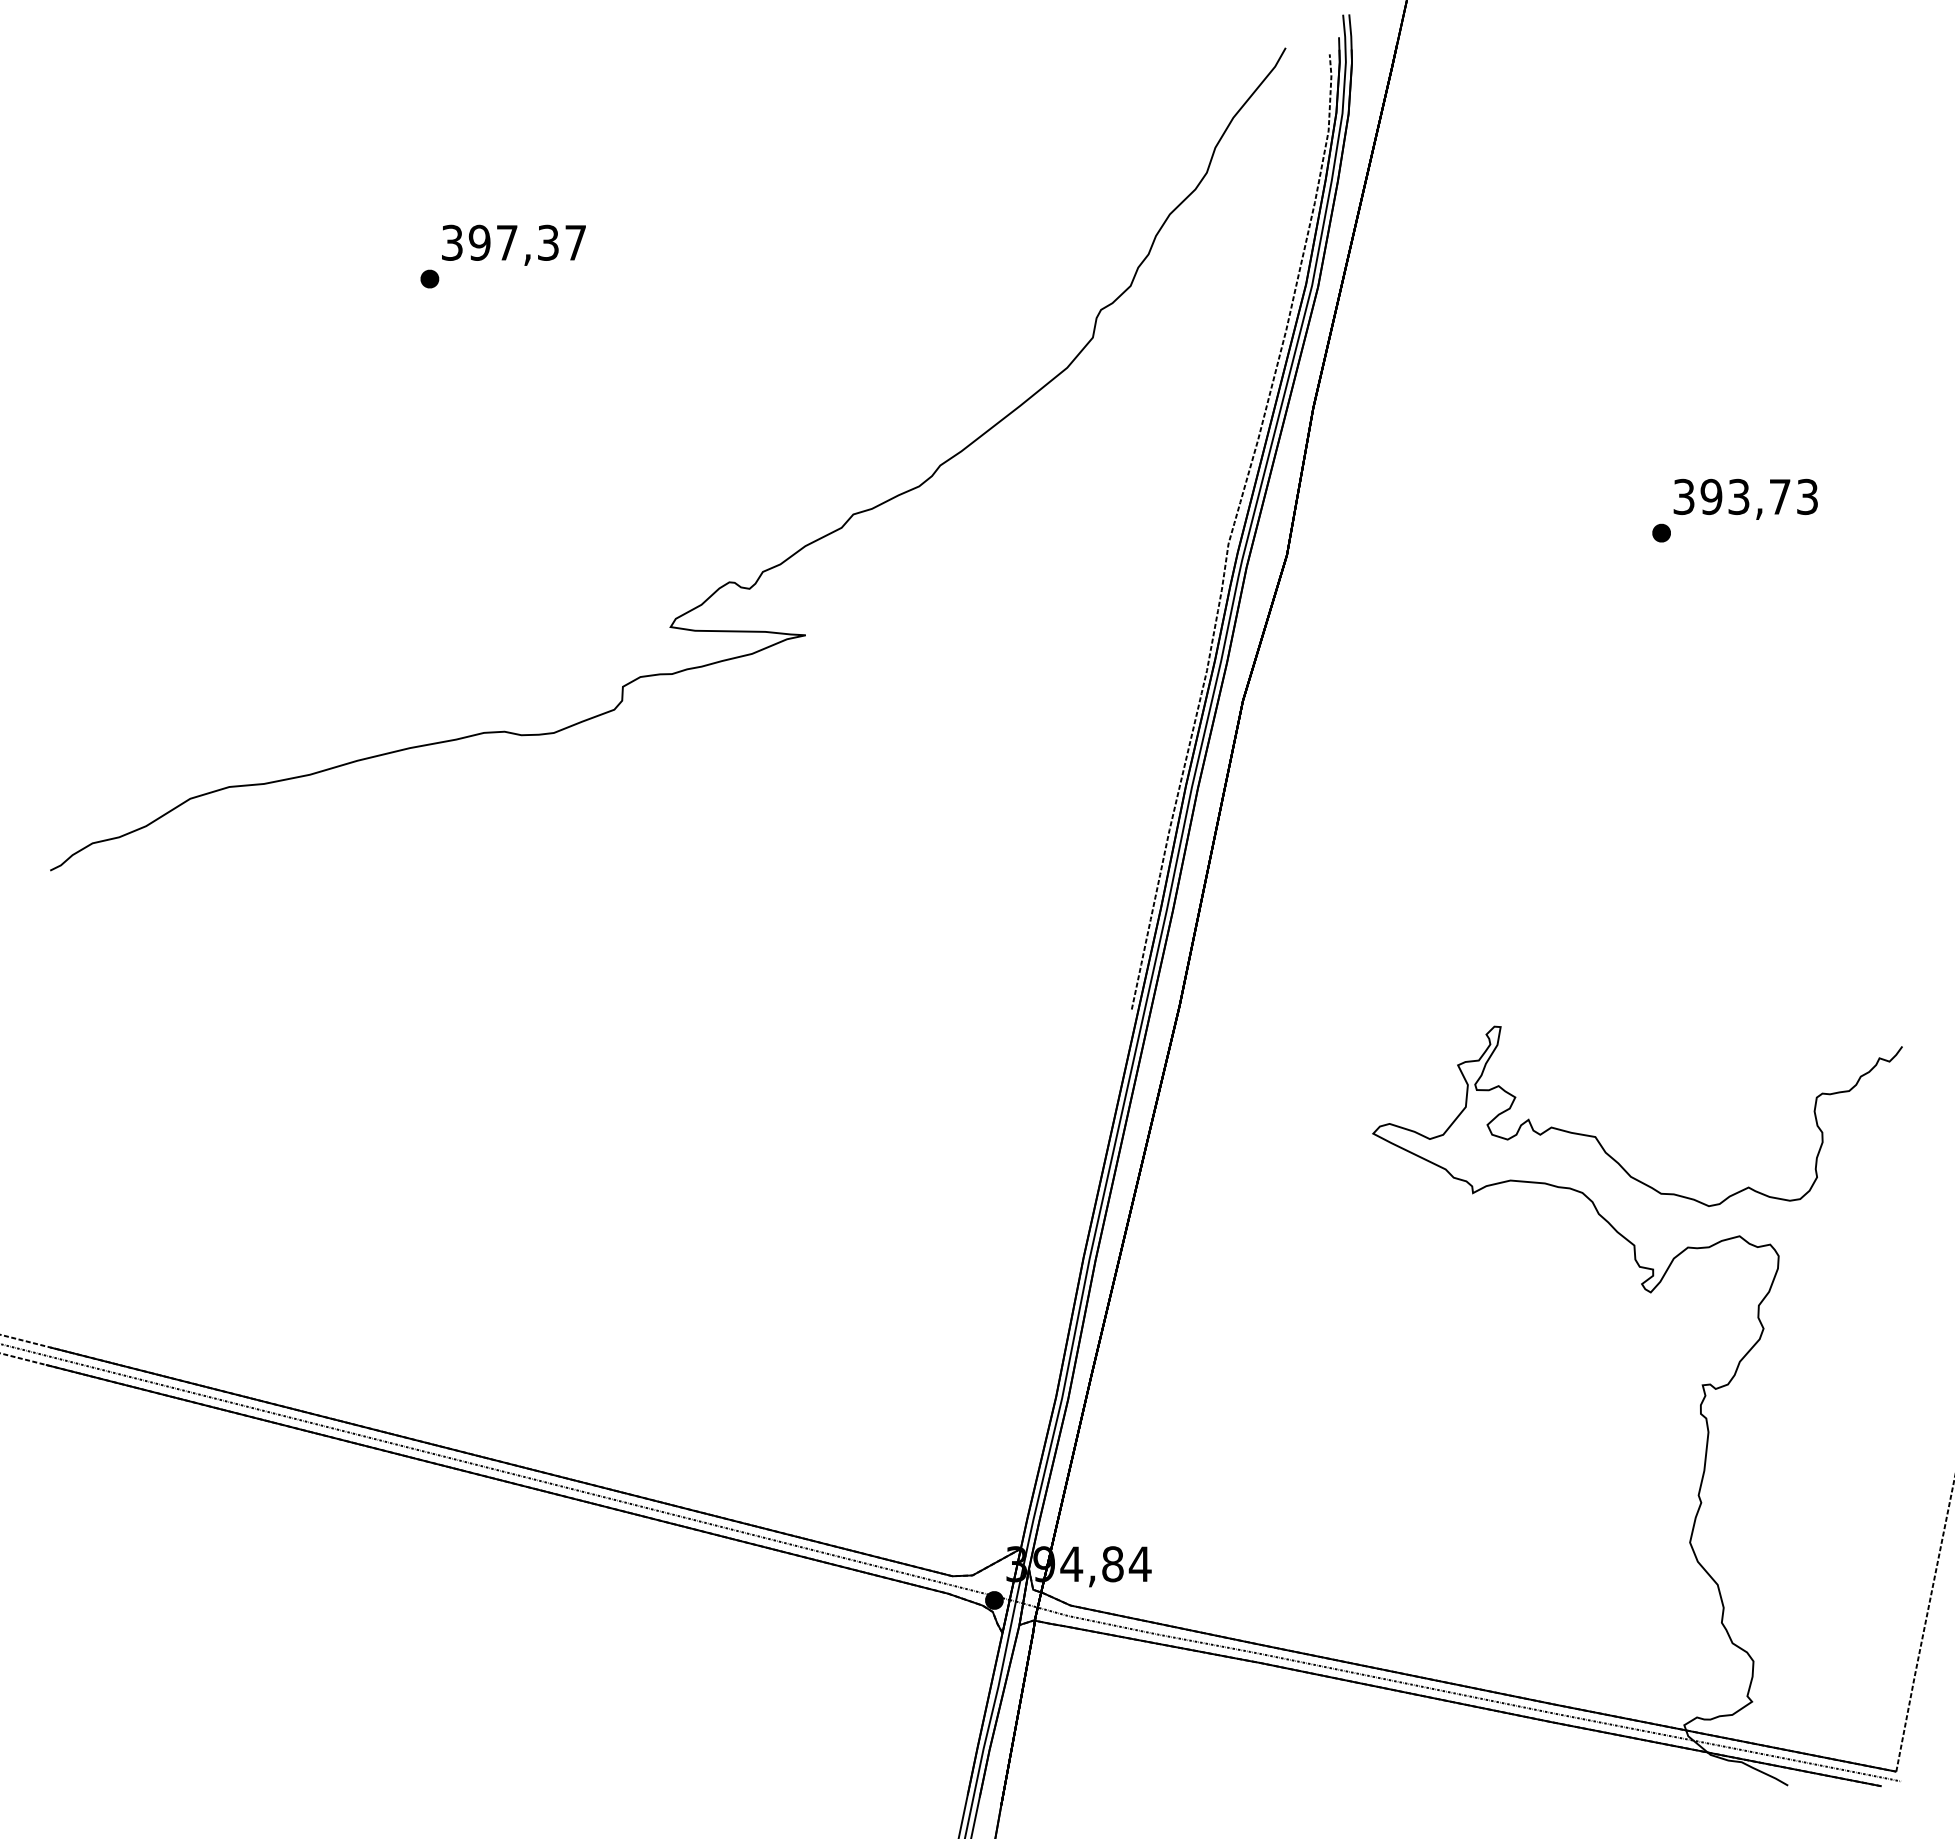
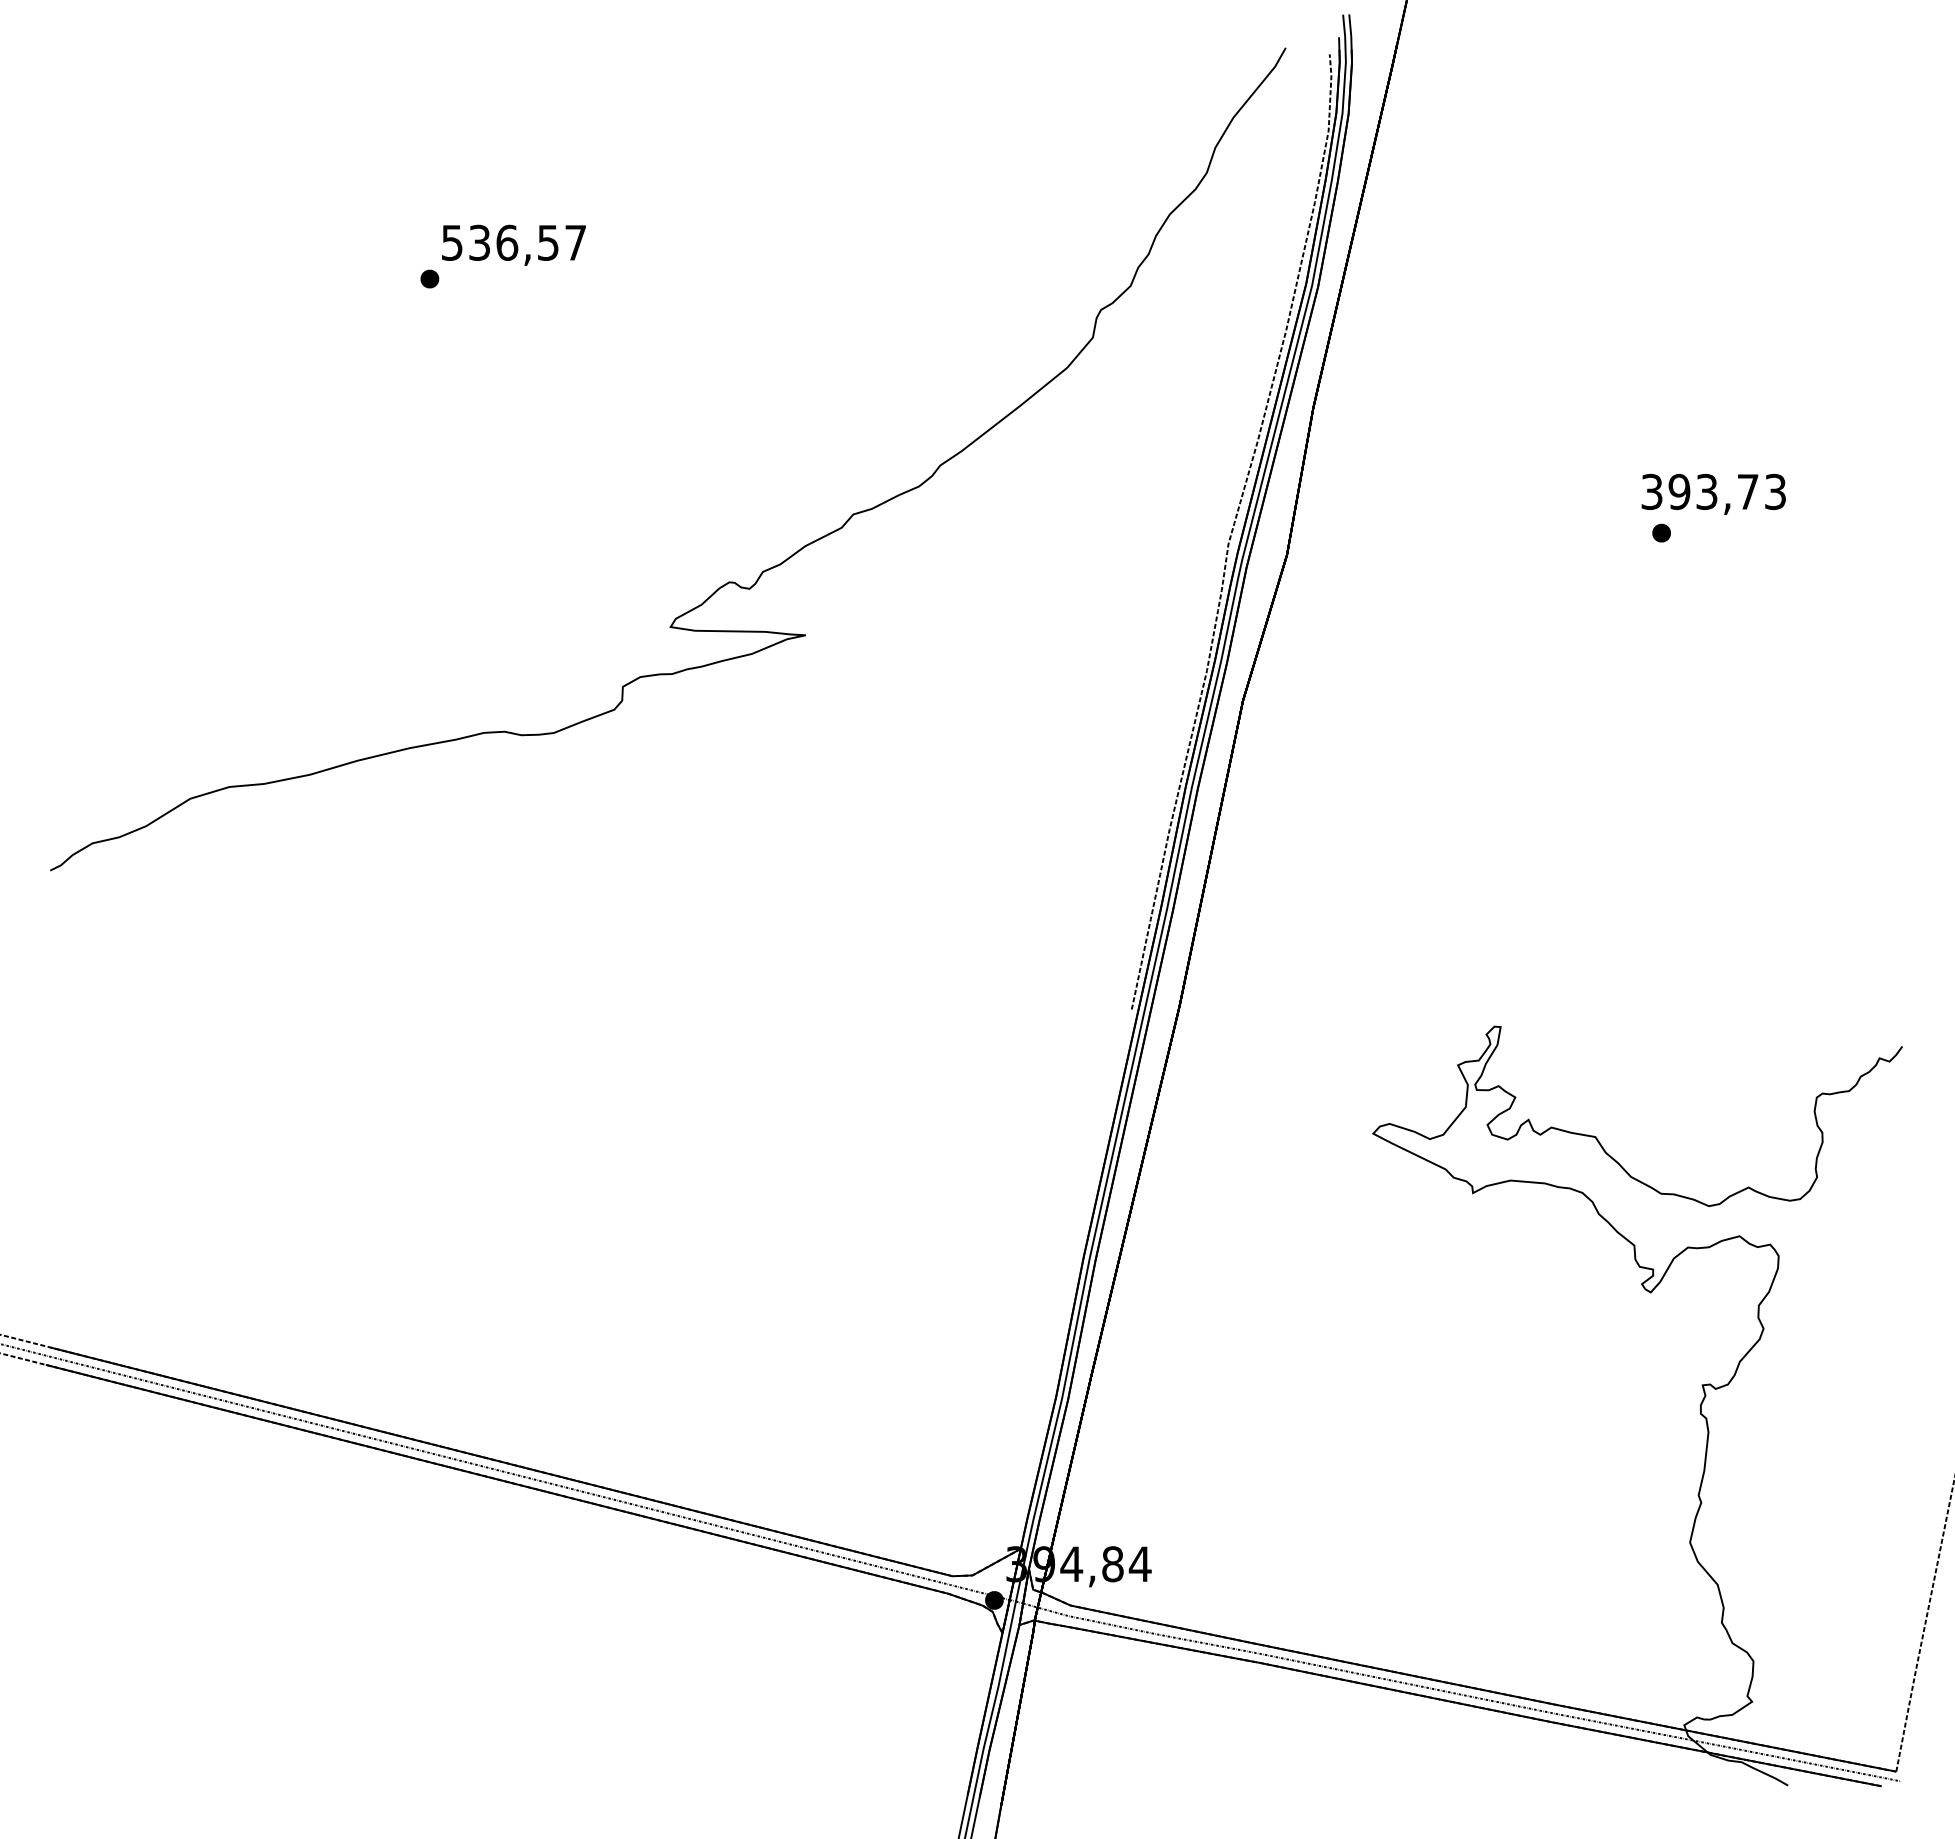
text at (500, 242): 397,37 -> 536,57
text at (1745, 498) position: (1745, 498) -> (1713, 493)
